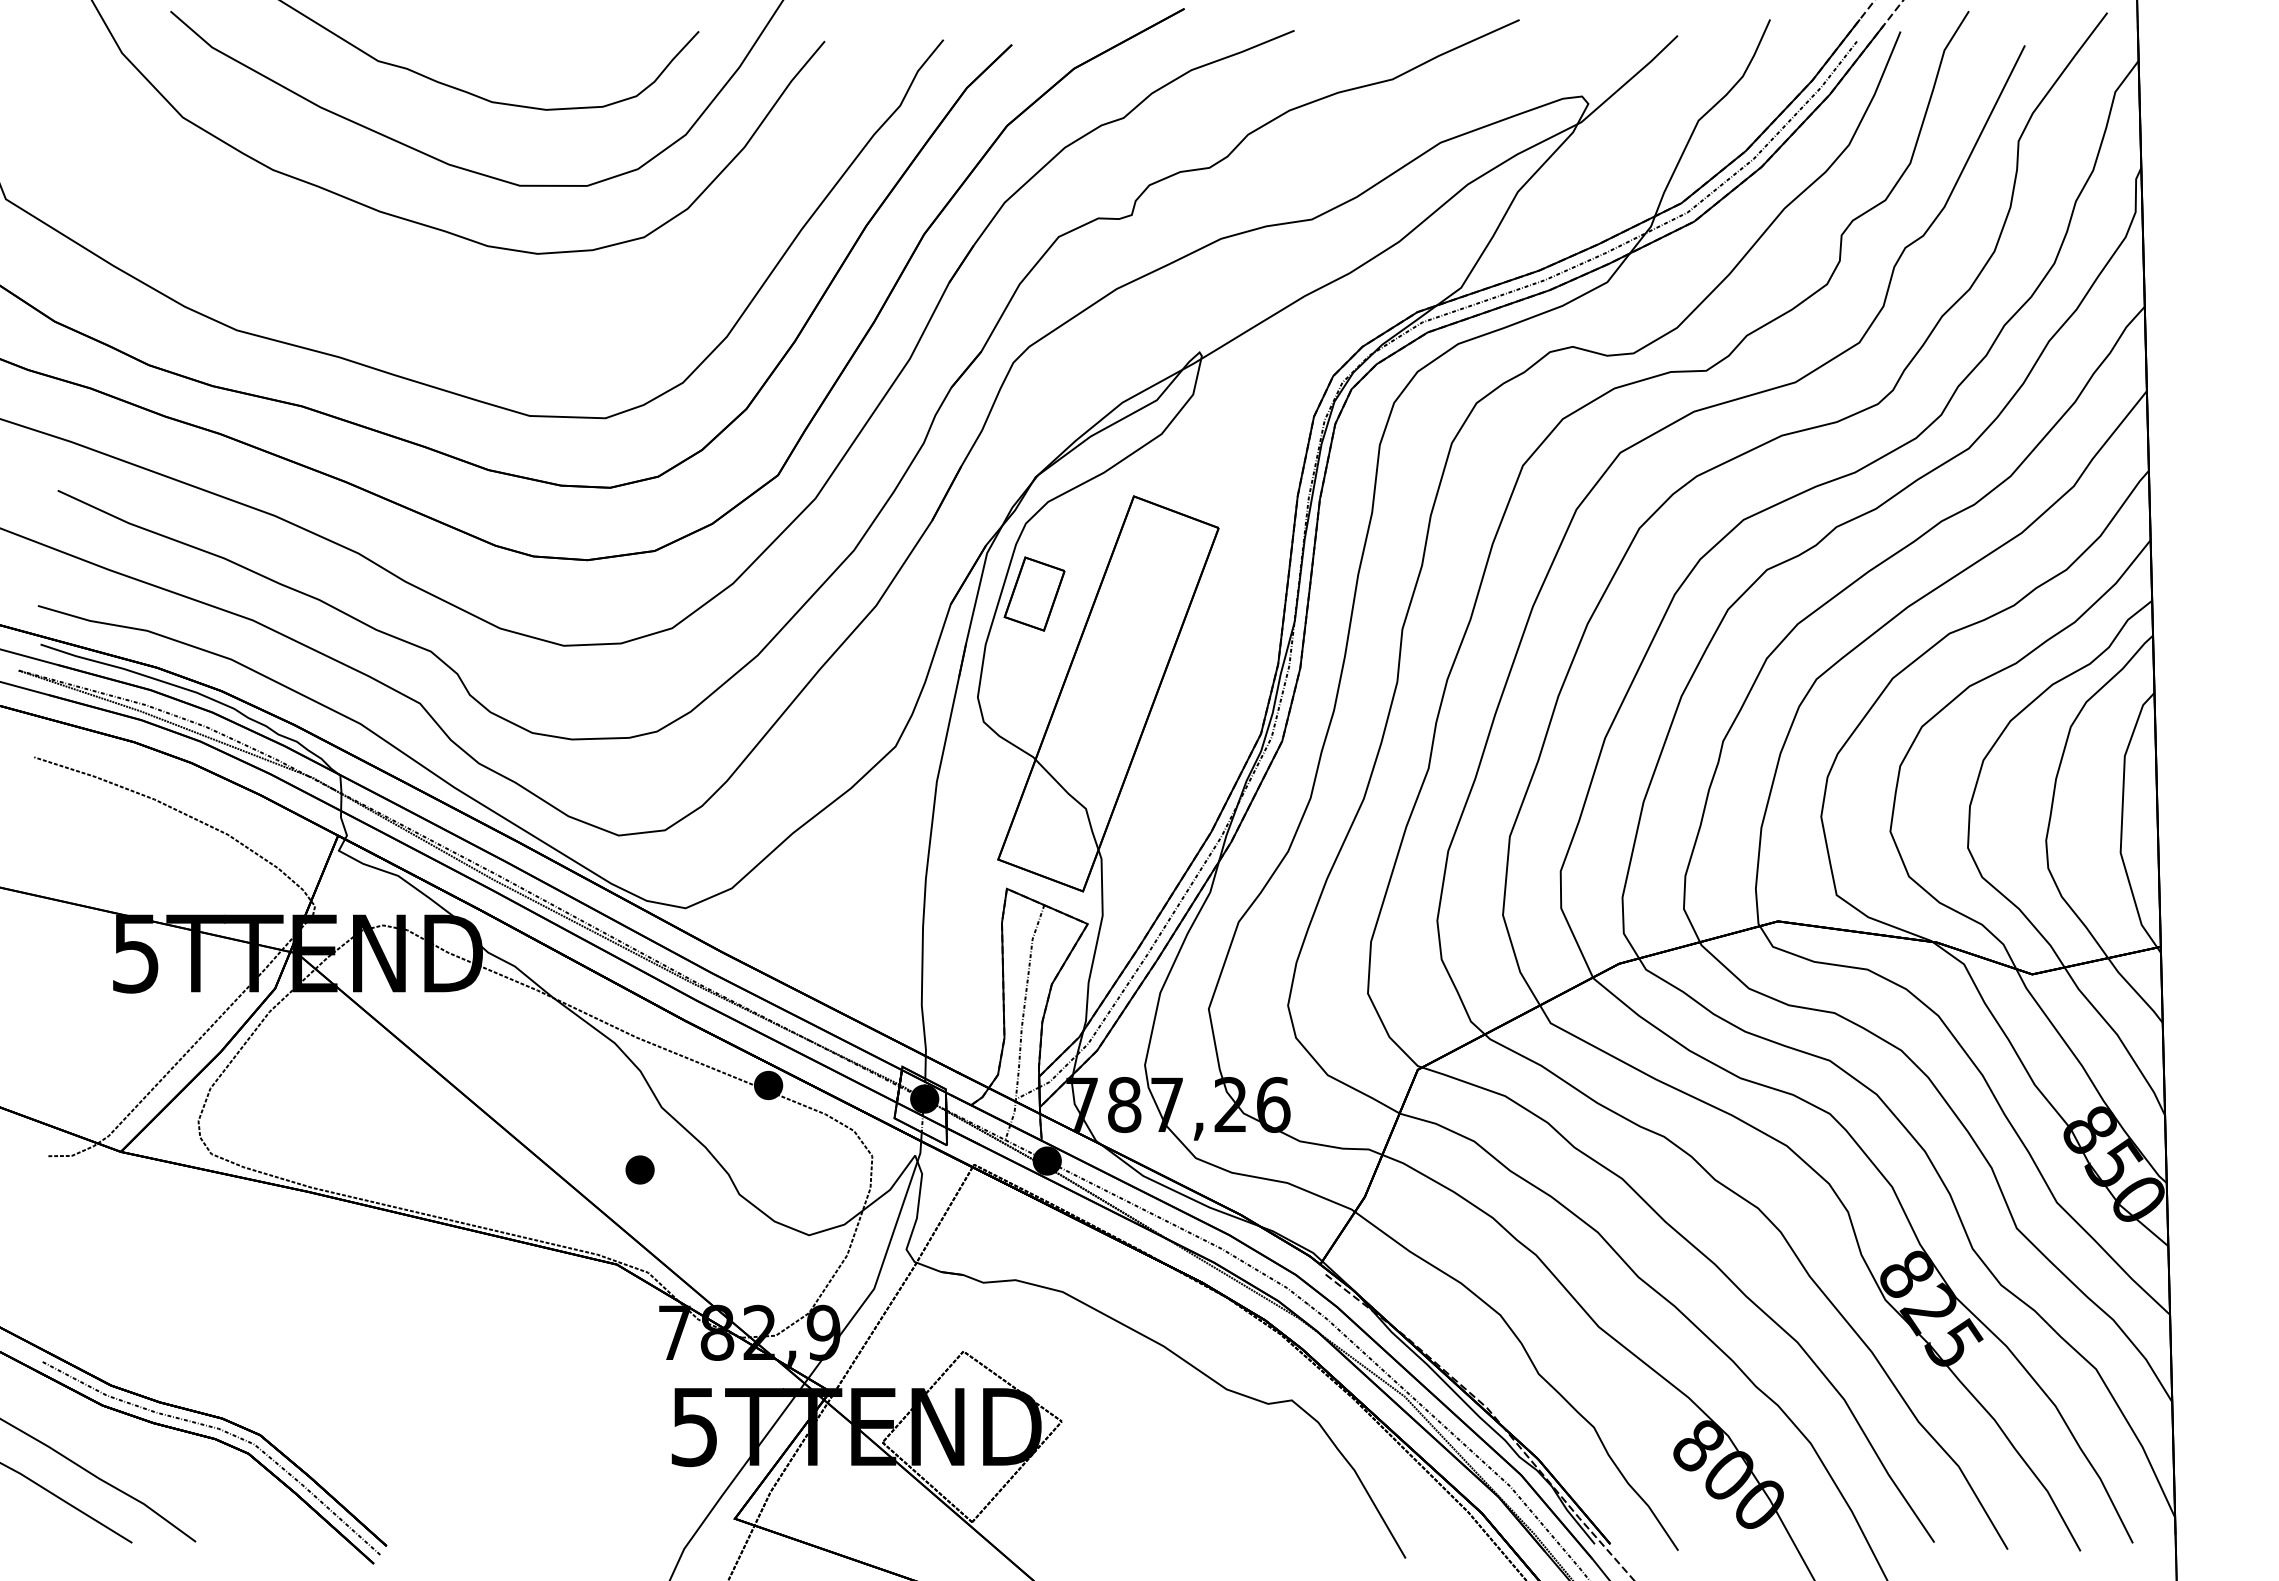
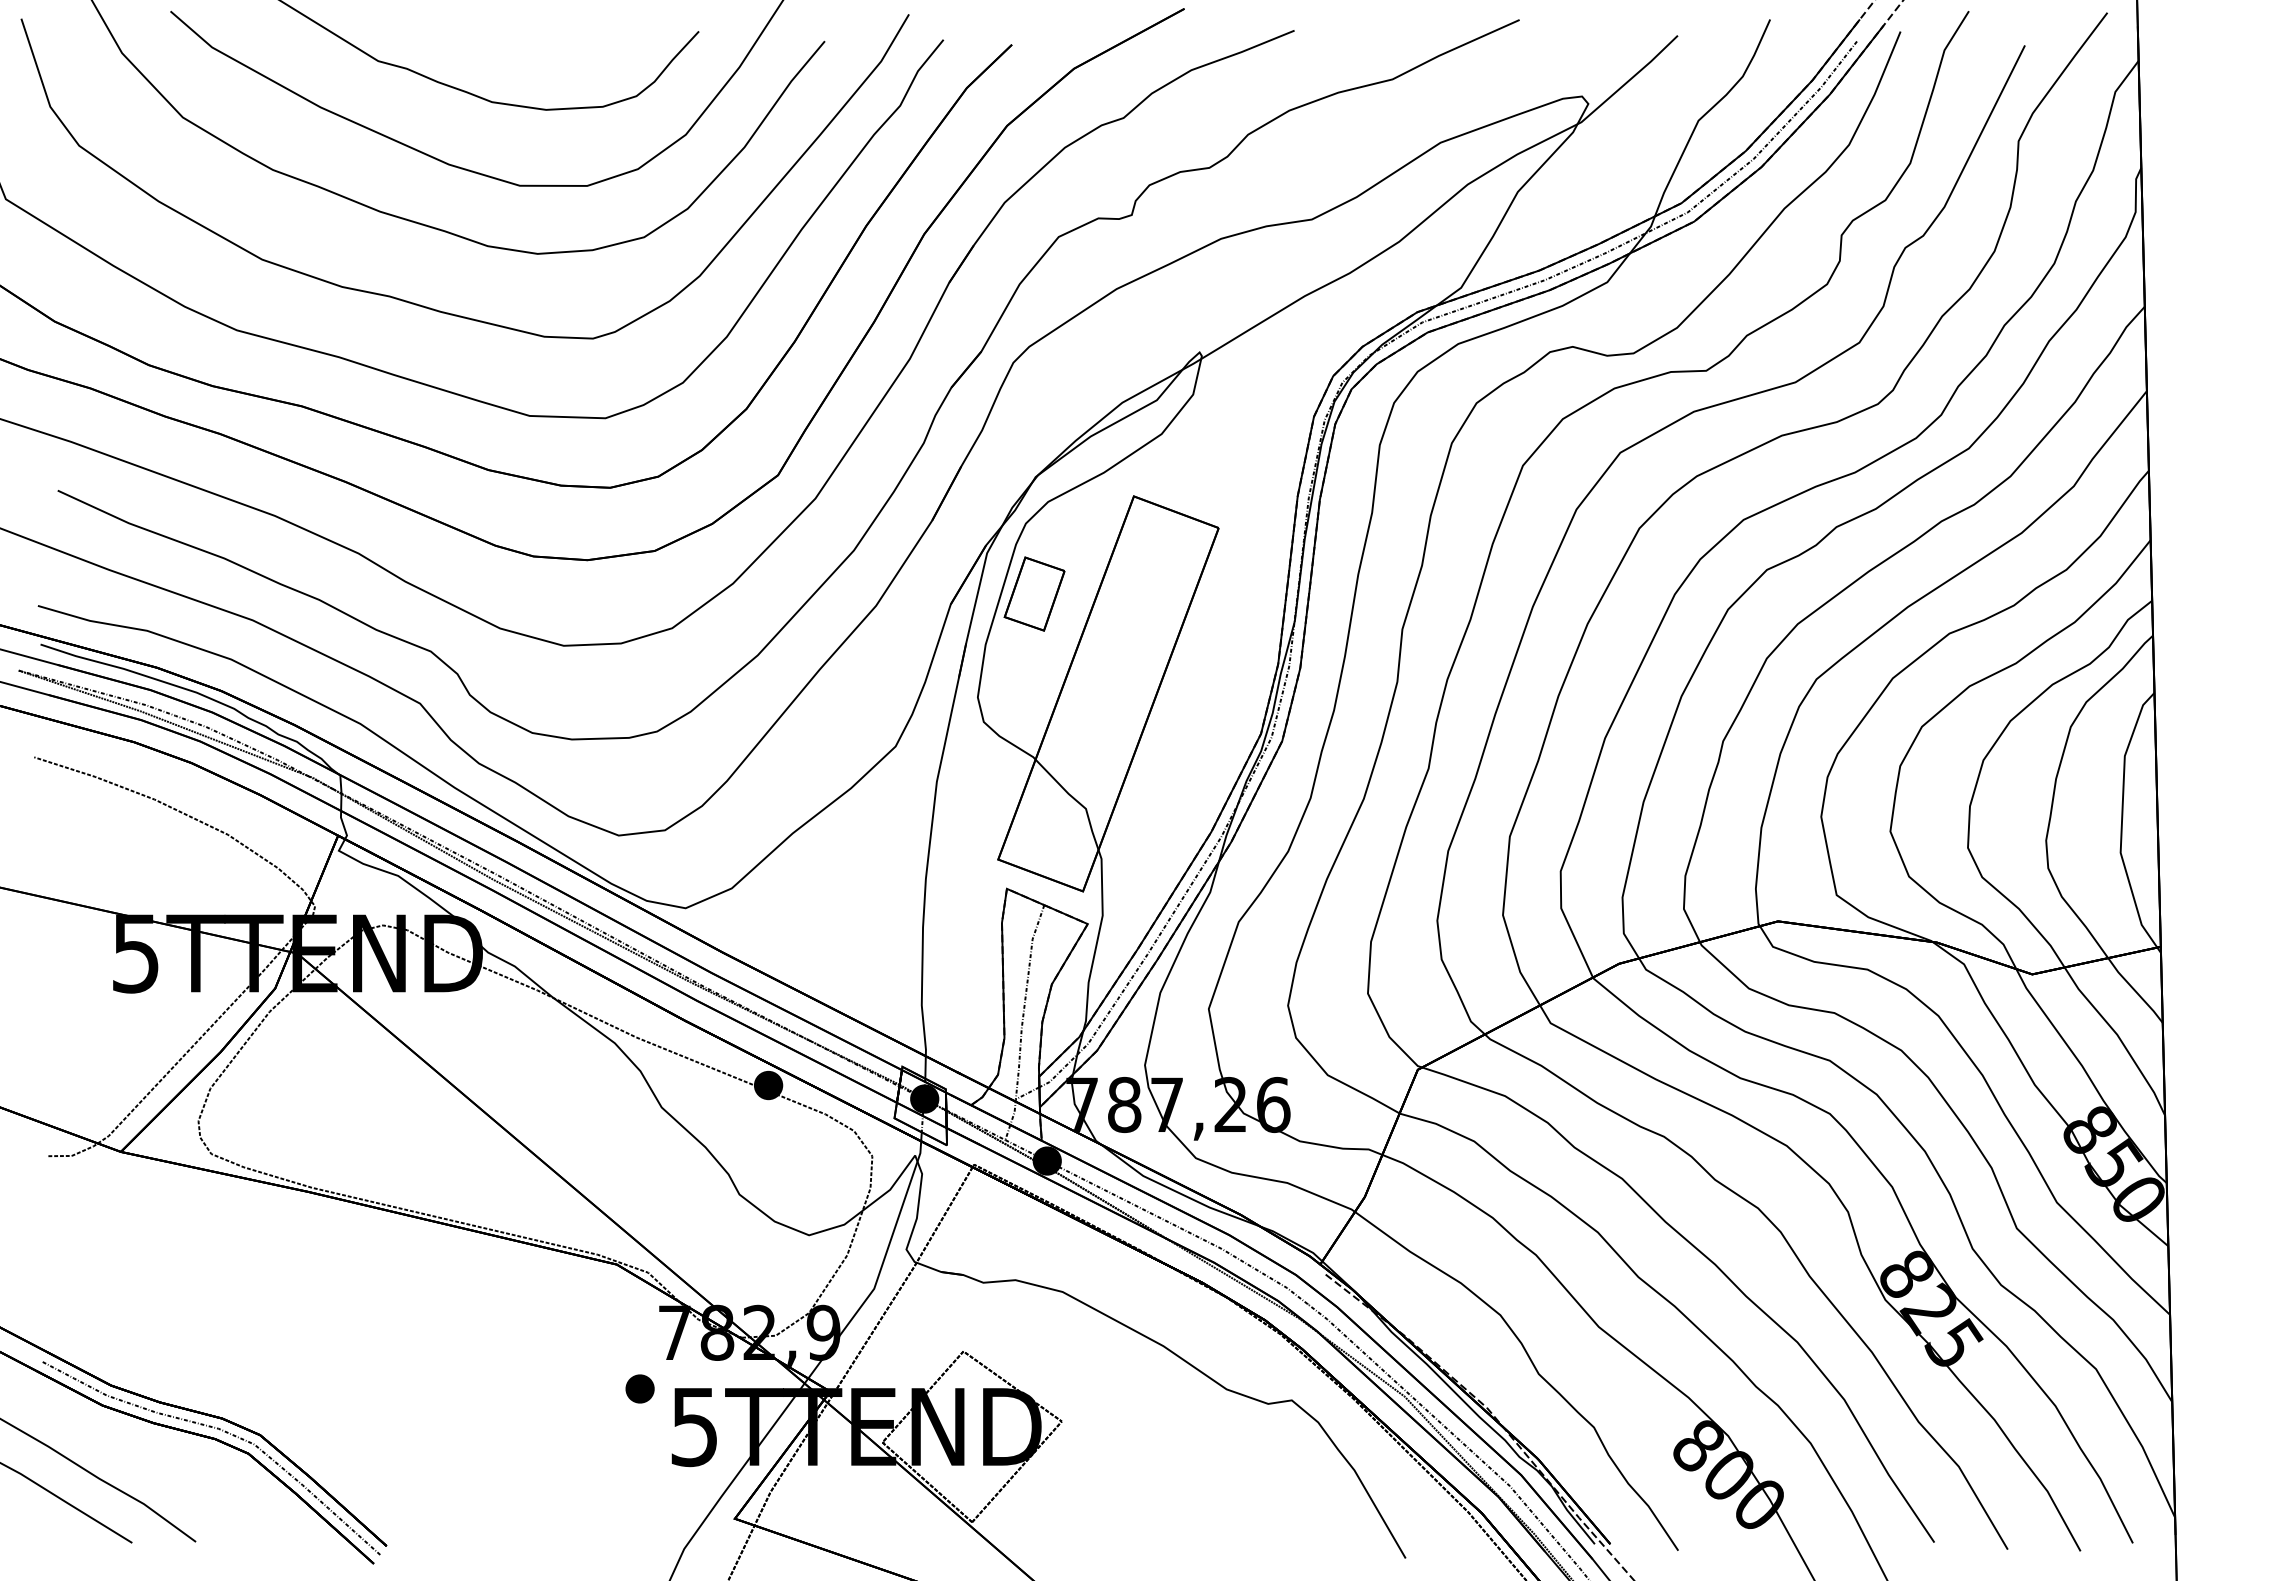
part at (427, 306): none -> present
part at (639, 1169) position: (639, 1169) -> (639, 1388)
